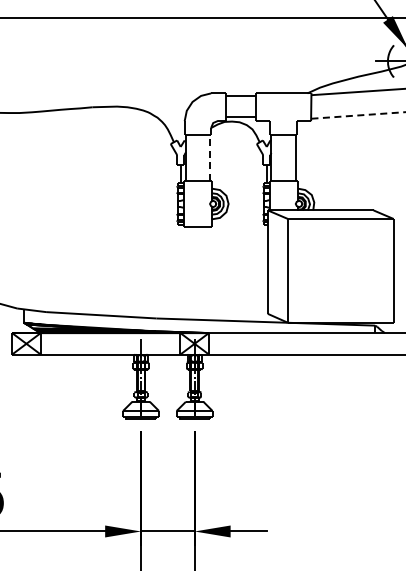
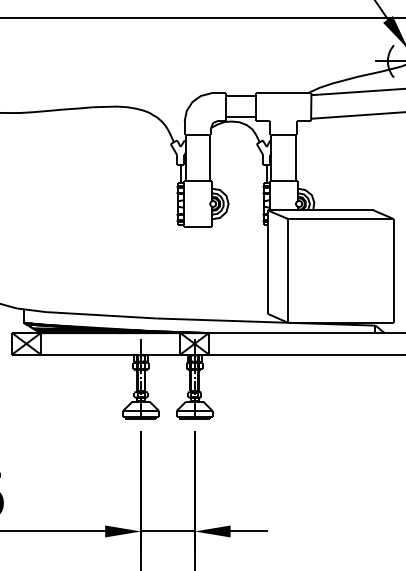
line at (358, 115): dashed -> solid
line at (210, 158): dashed -> solid
